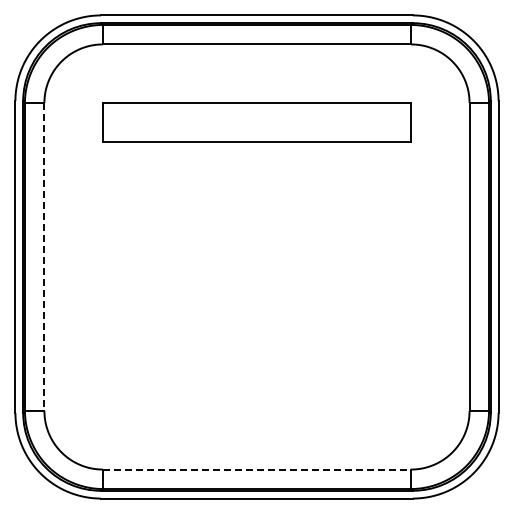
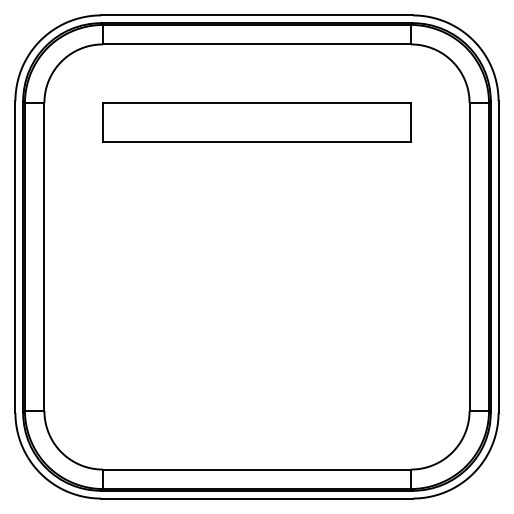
line at (44, 257): dashed -> solid
line at (257, 469): dashed -> solid
